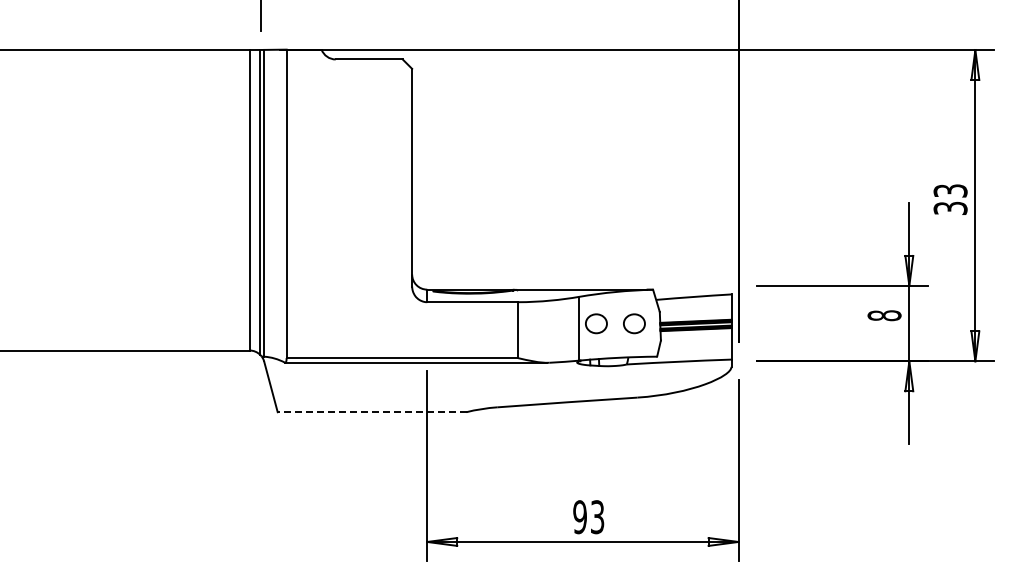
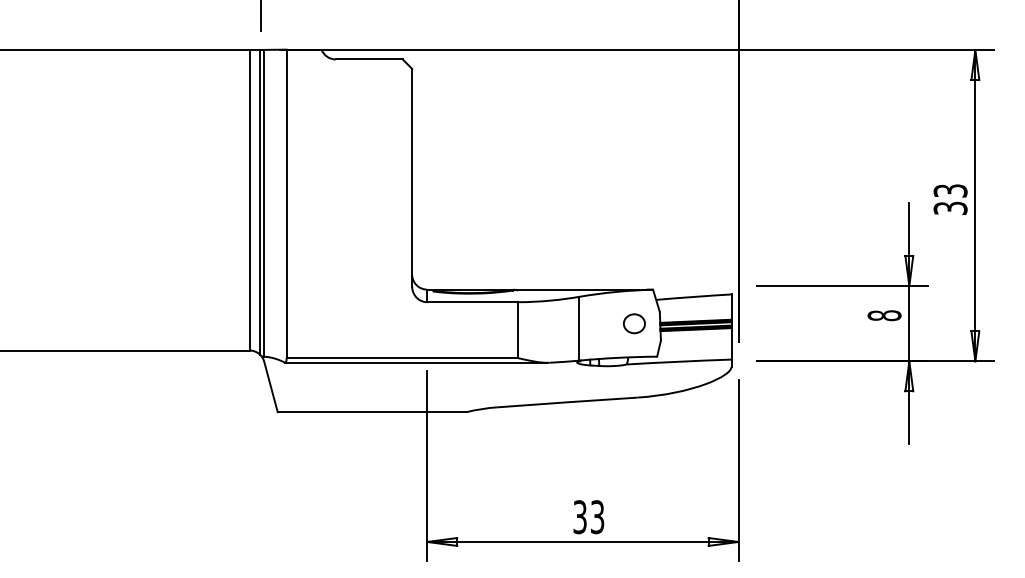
part at (596, 323): present -> none
line at (371, 412): dashed -> solid
text at (579, 517): 93 -> 33
